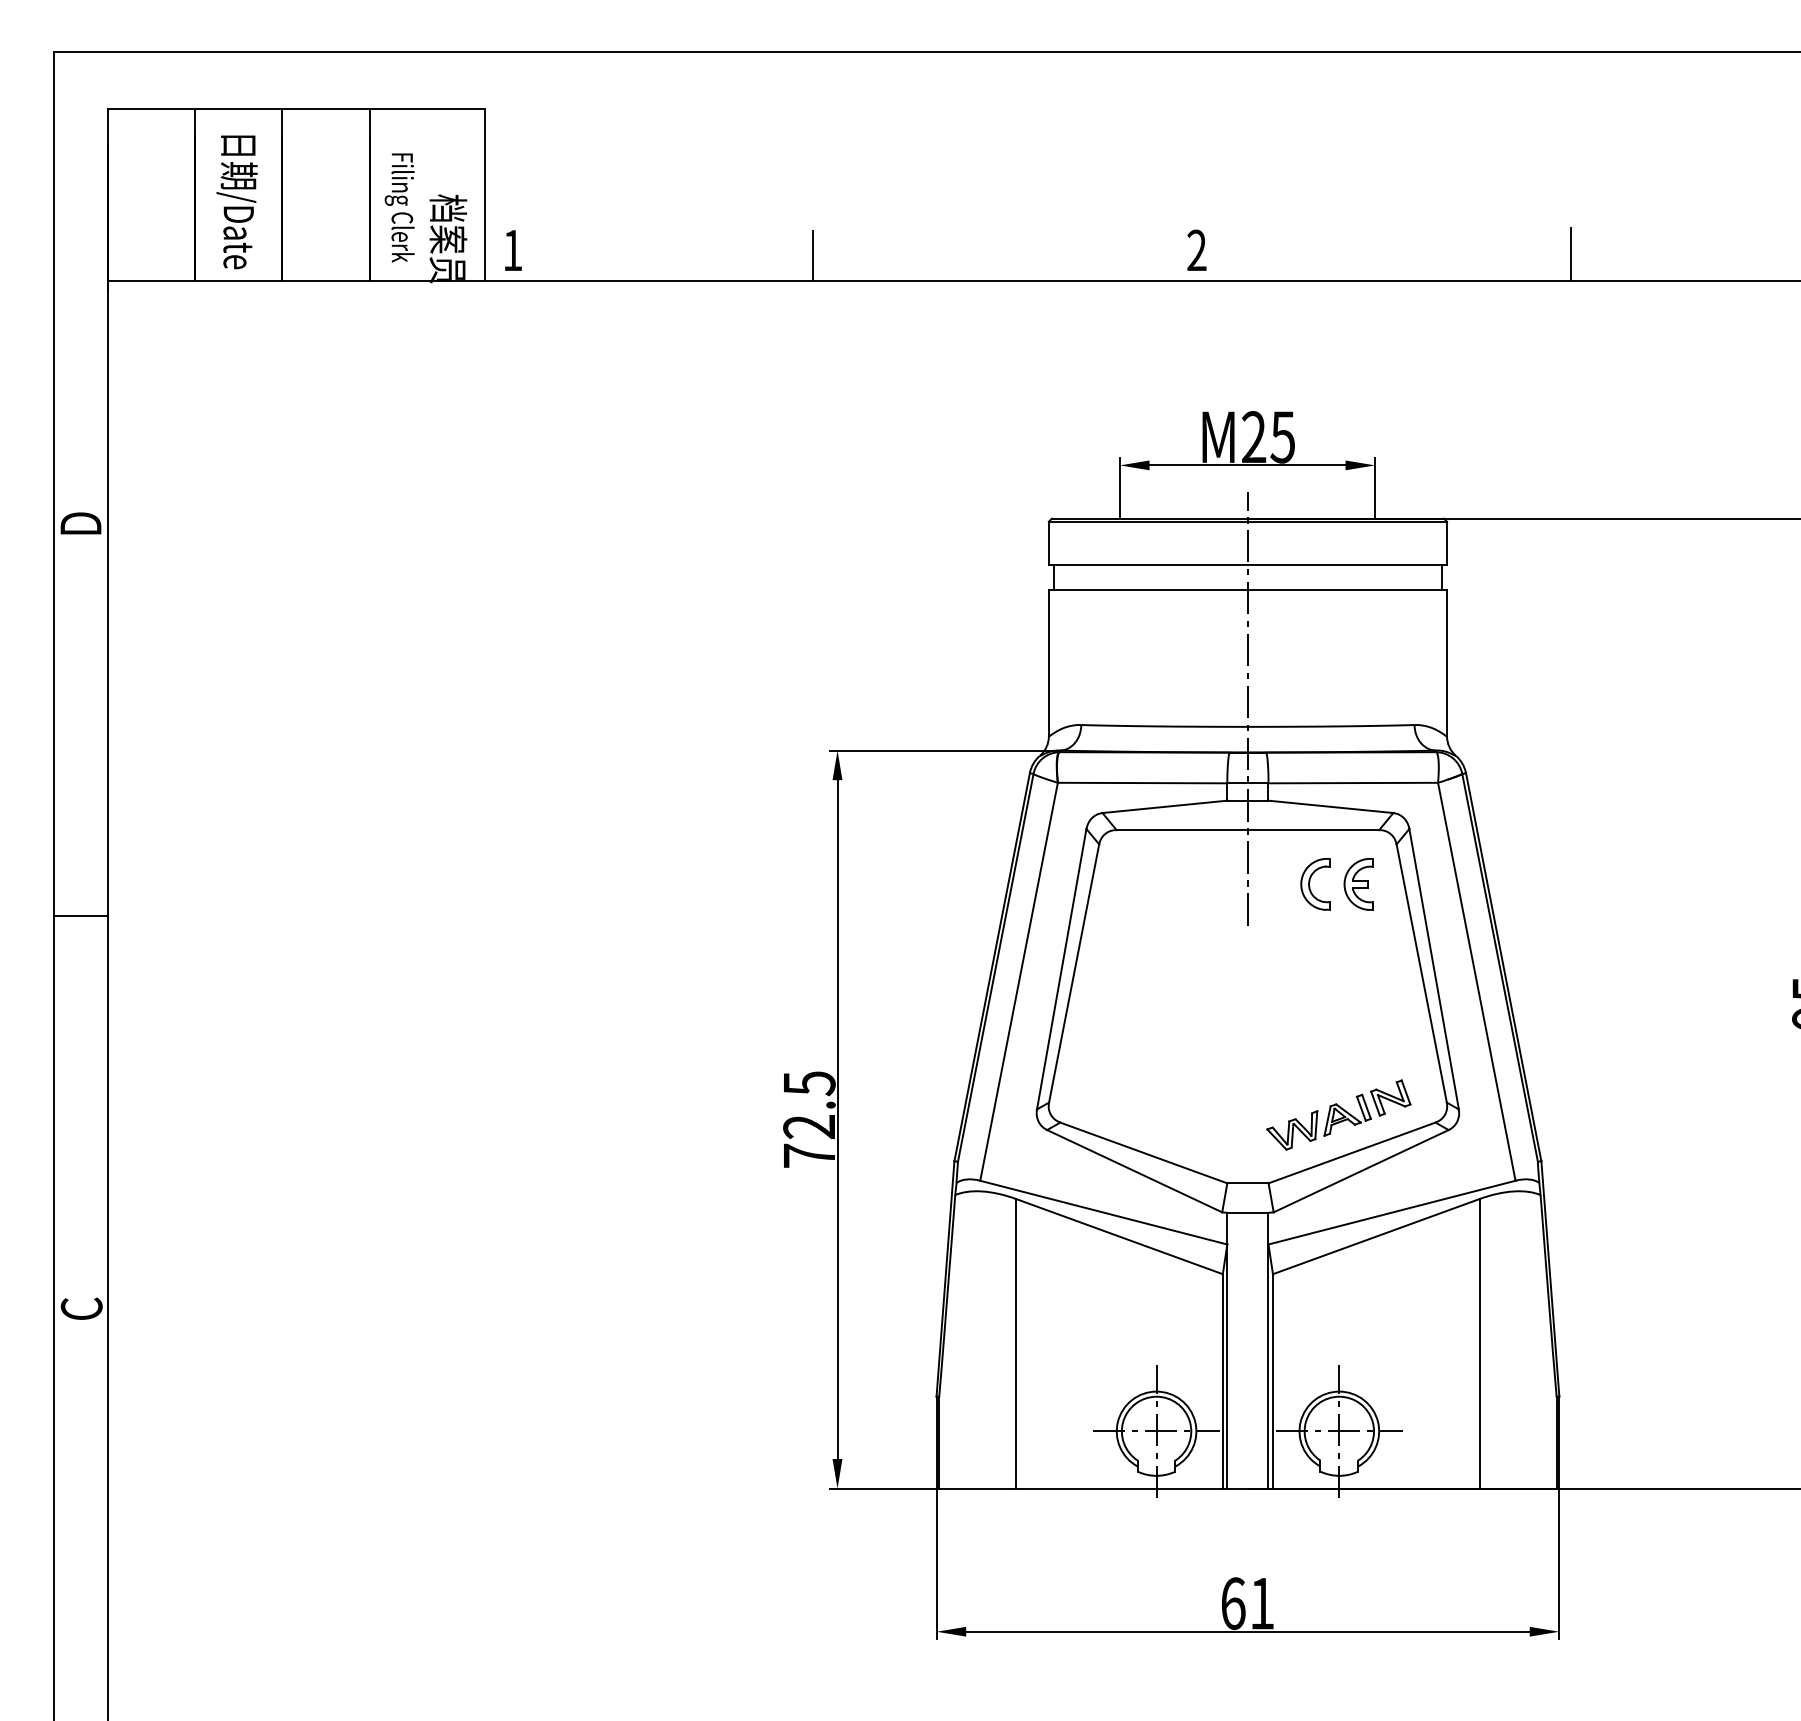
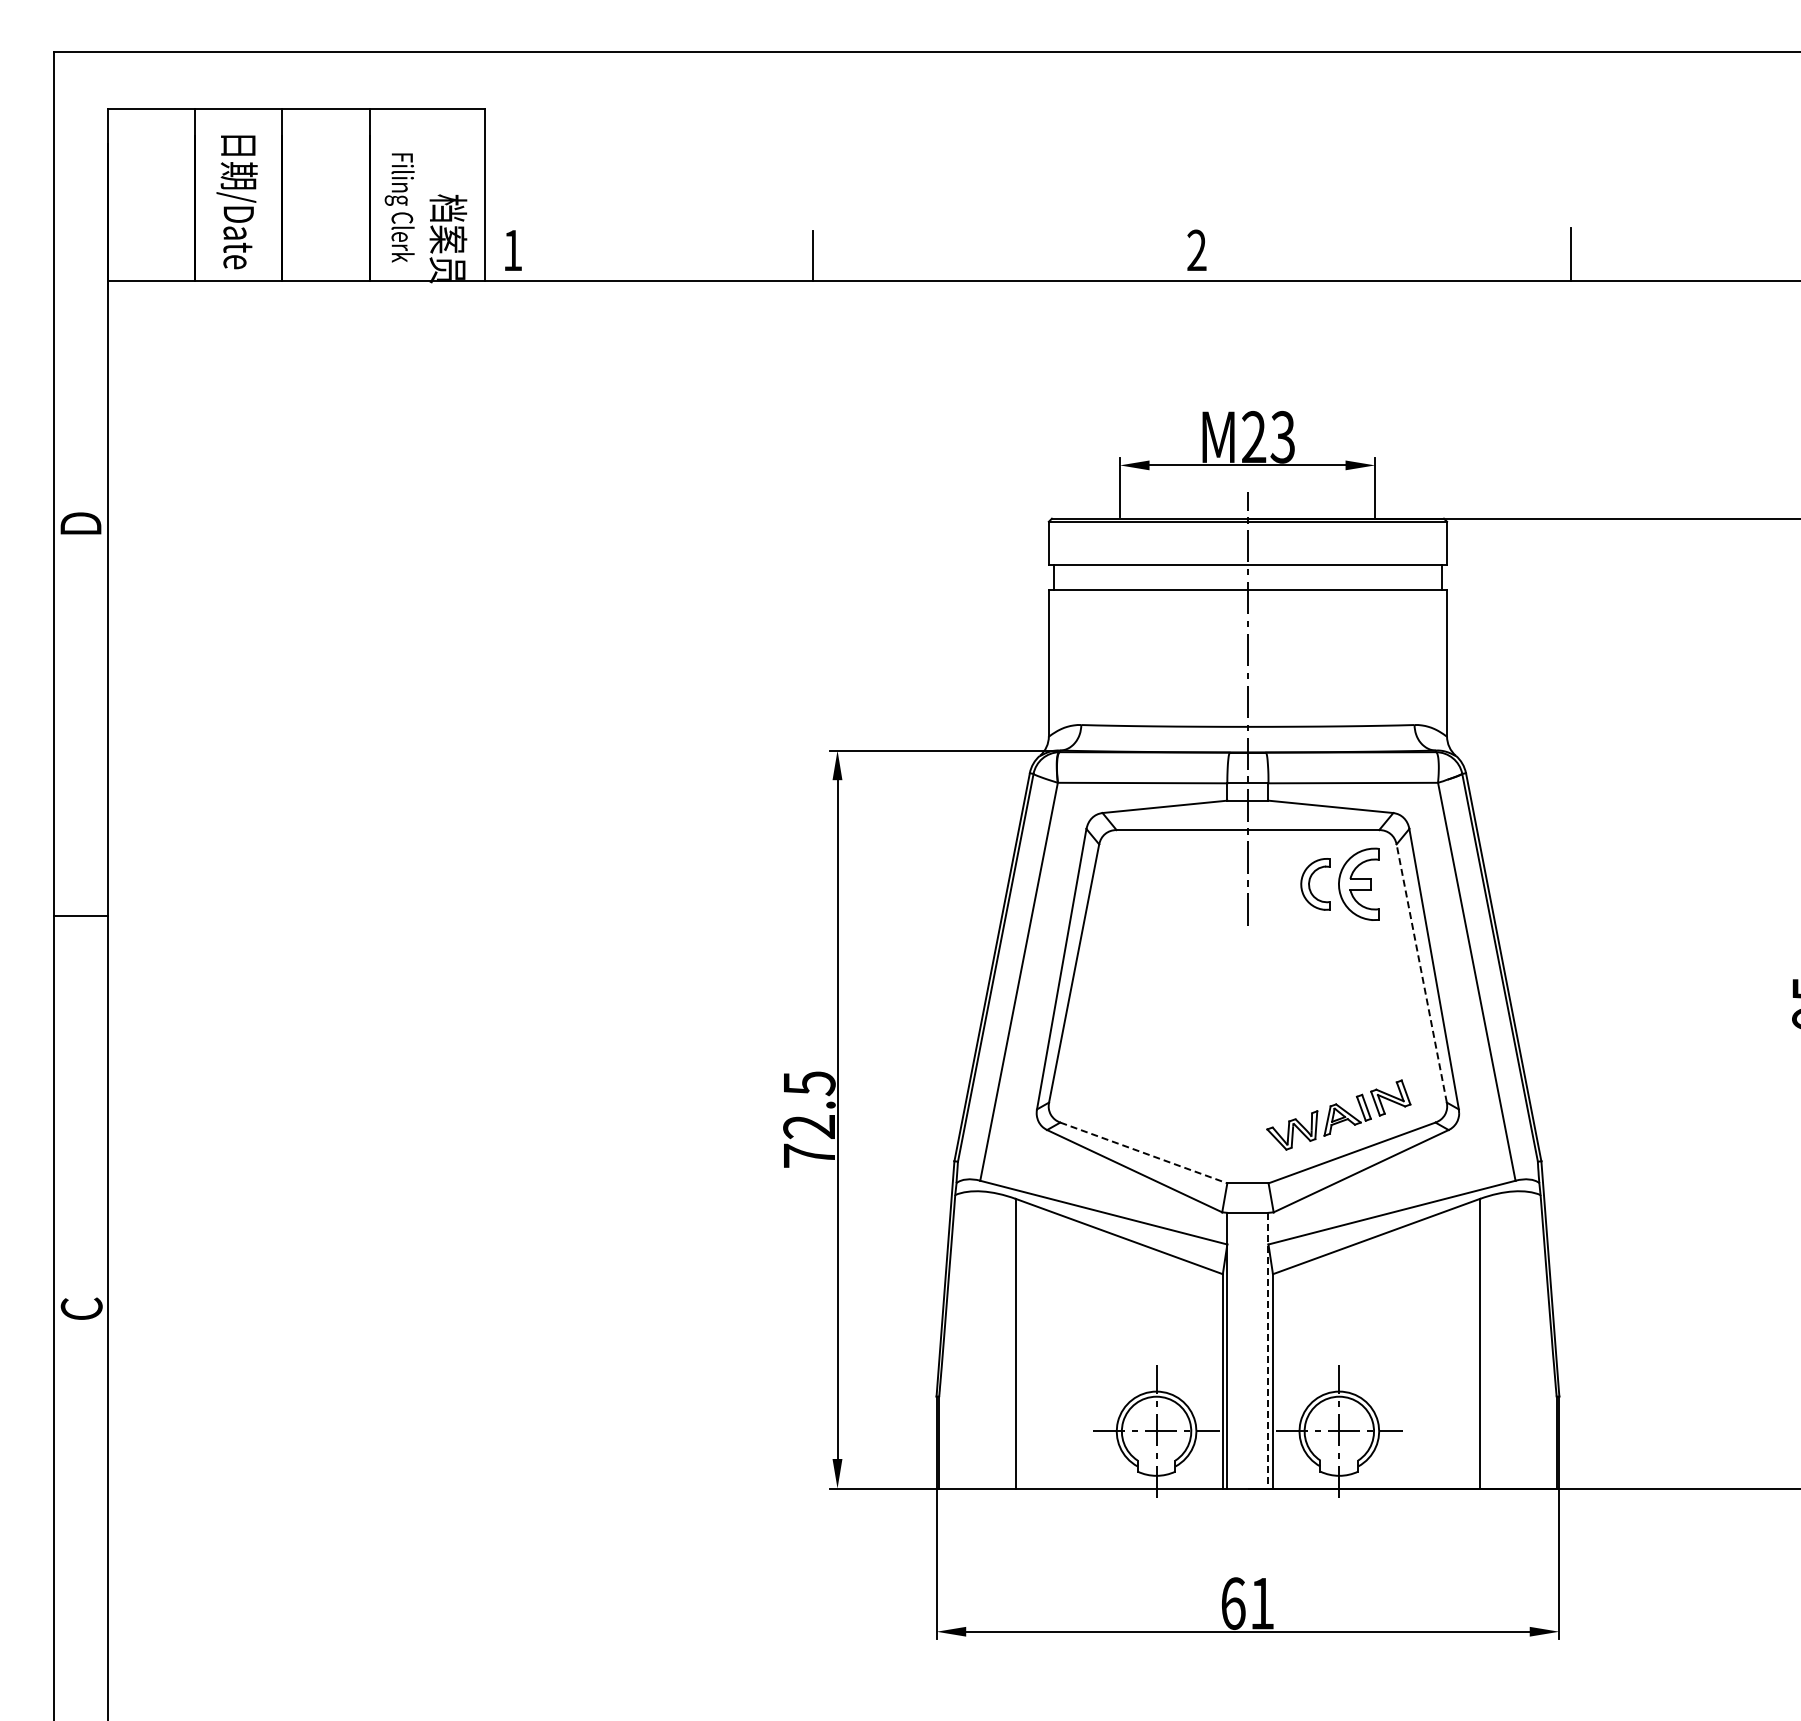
text at (1282, 436): M25 -> M23
part at (1358, 884) size: 31x53 px -> 42x74 px
line at (1421, 973): solid -> dashed
line at (1143, 1152): solid -> dashed
line at (1268, 1350): solid -> dashed
